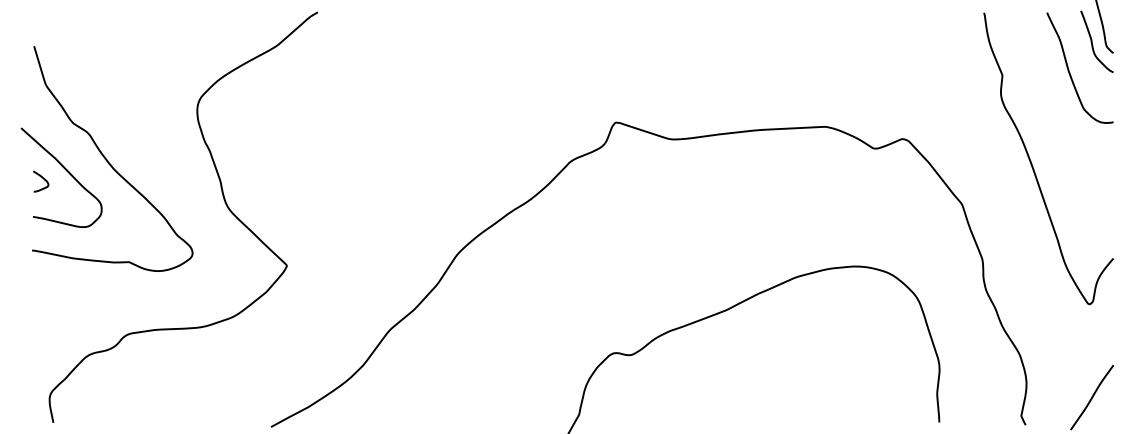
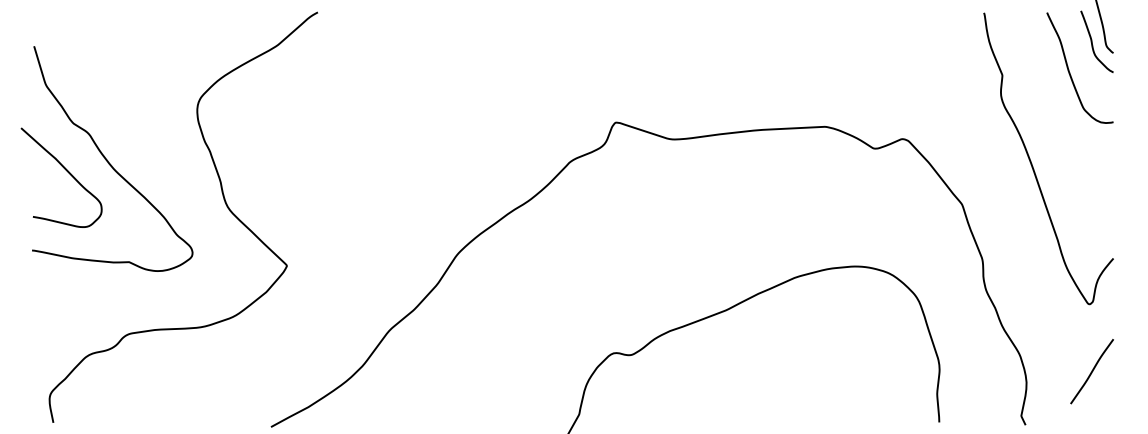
curve at (43, 179): present -> none
curve at (1091, 397) position: (1091, 397) -> (1091, 371)
